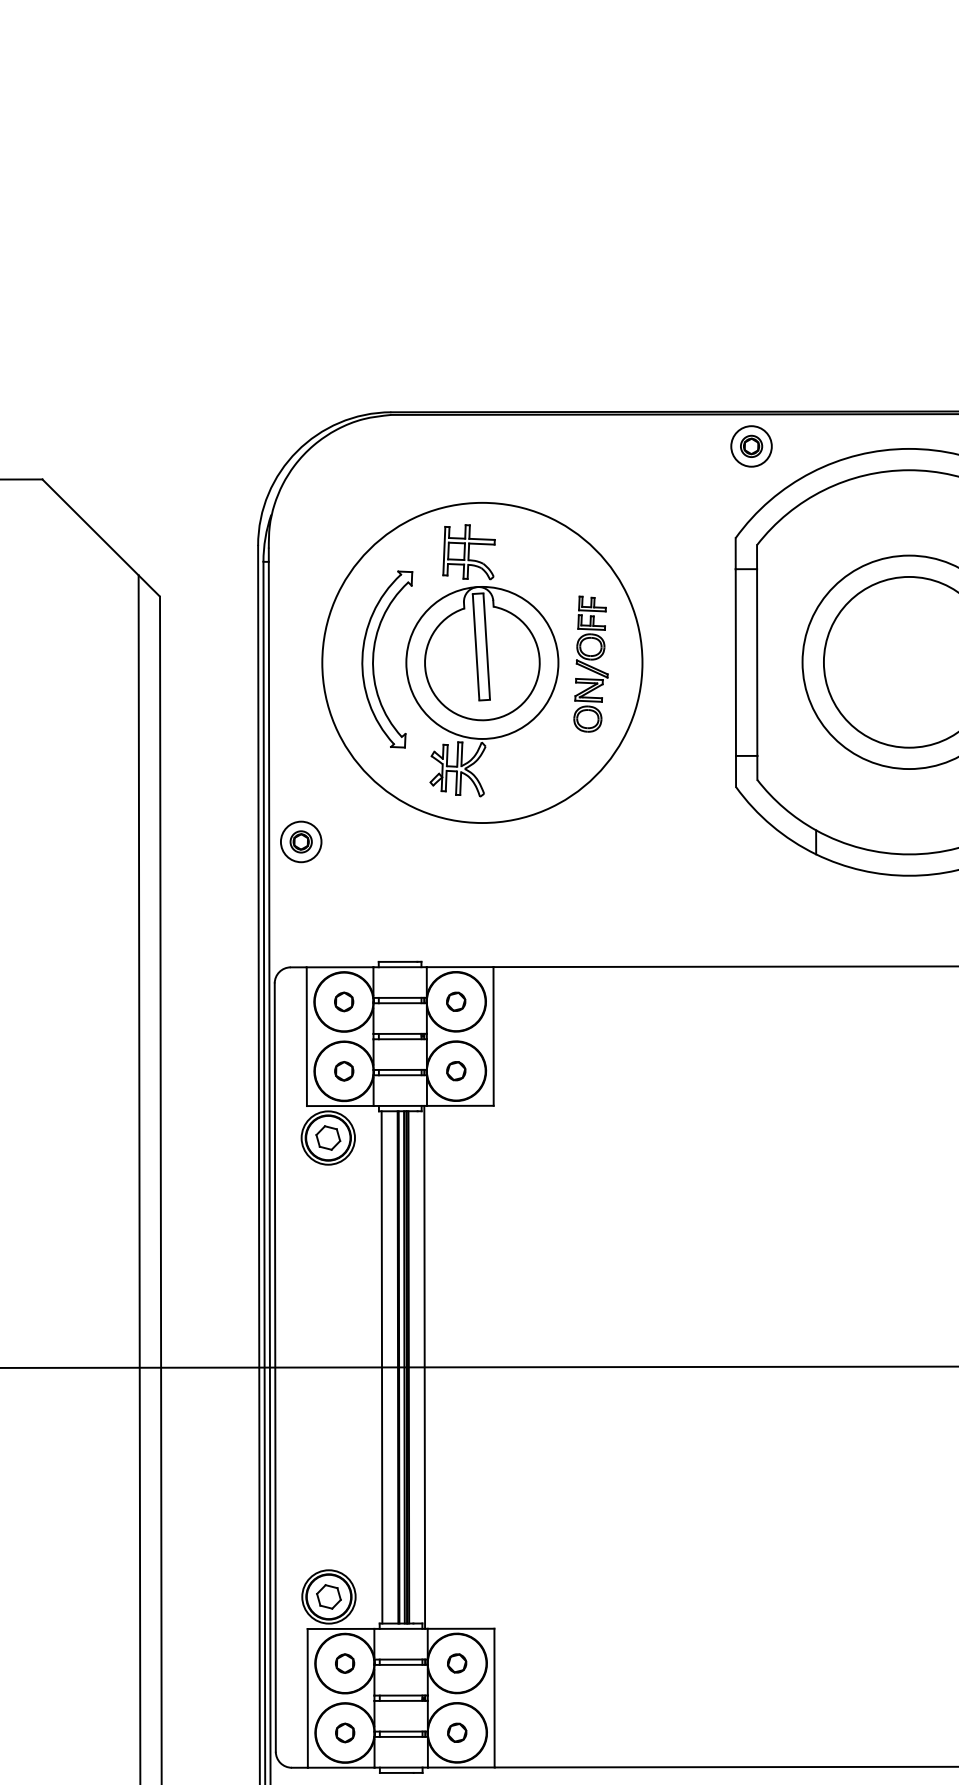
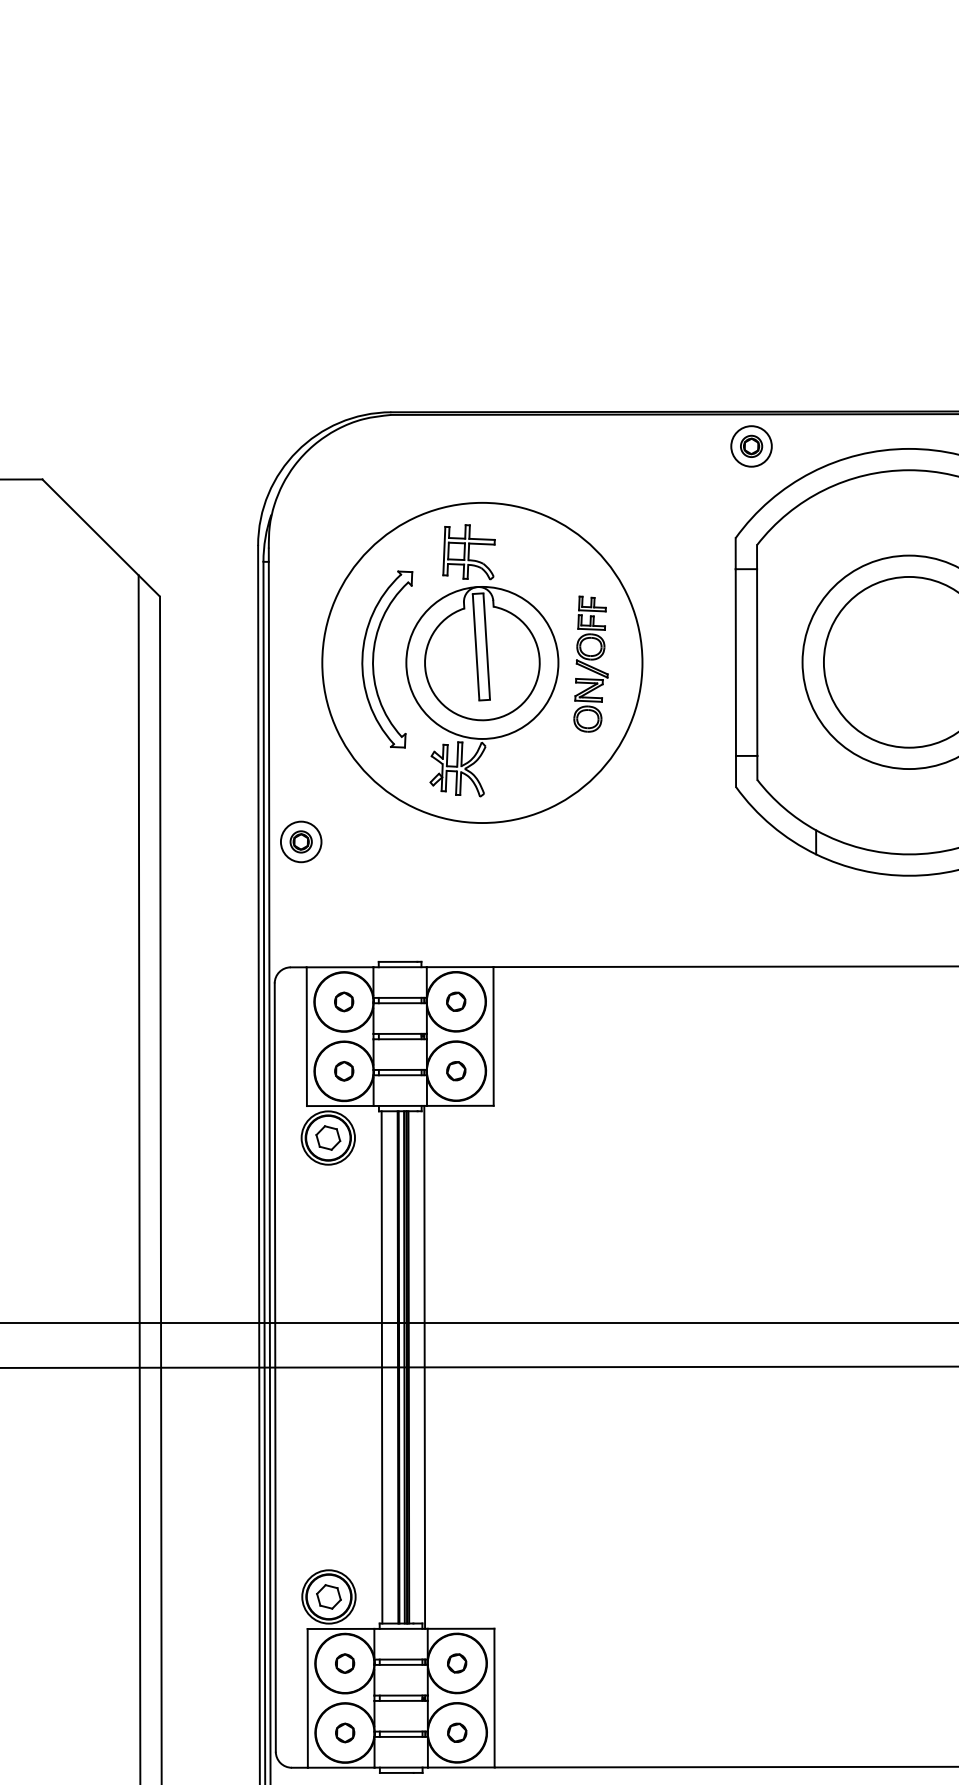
line at (478, 1323): none -> present
